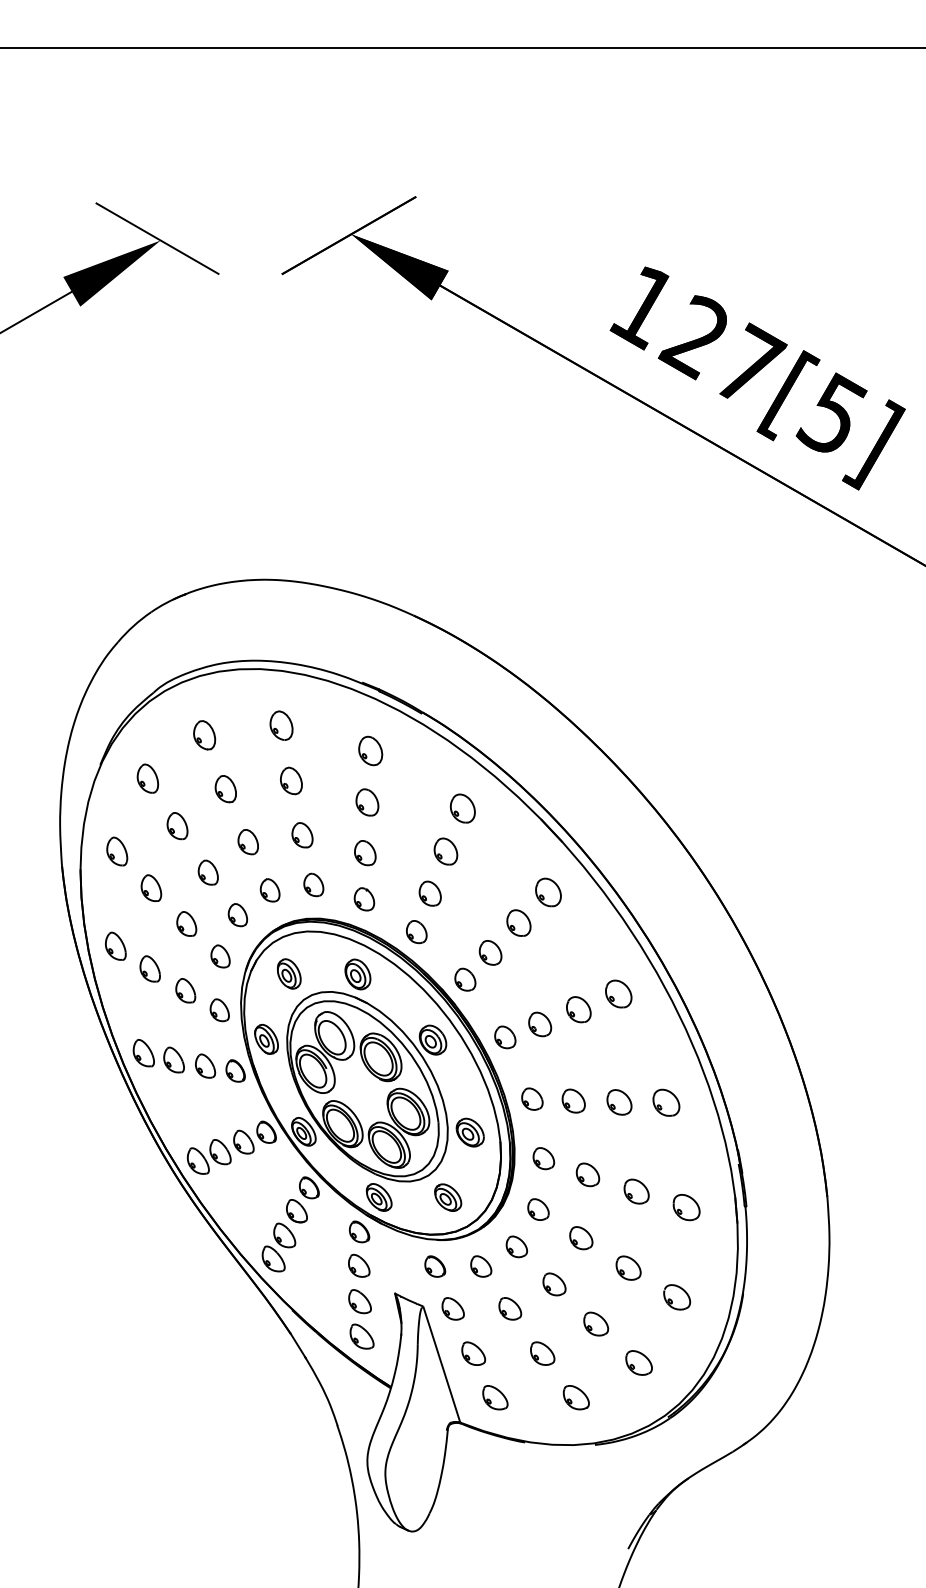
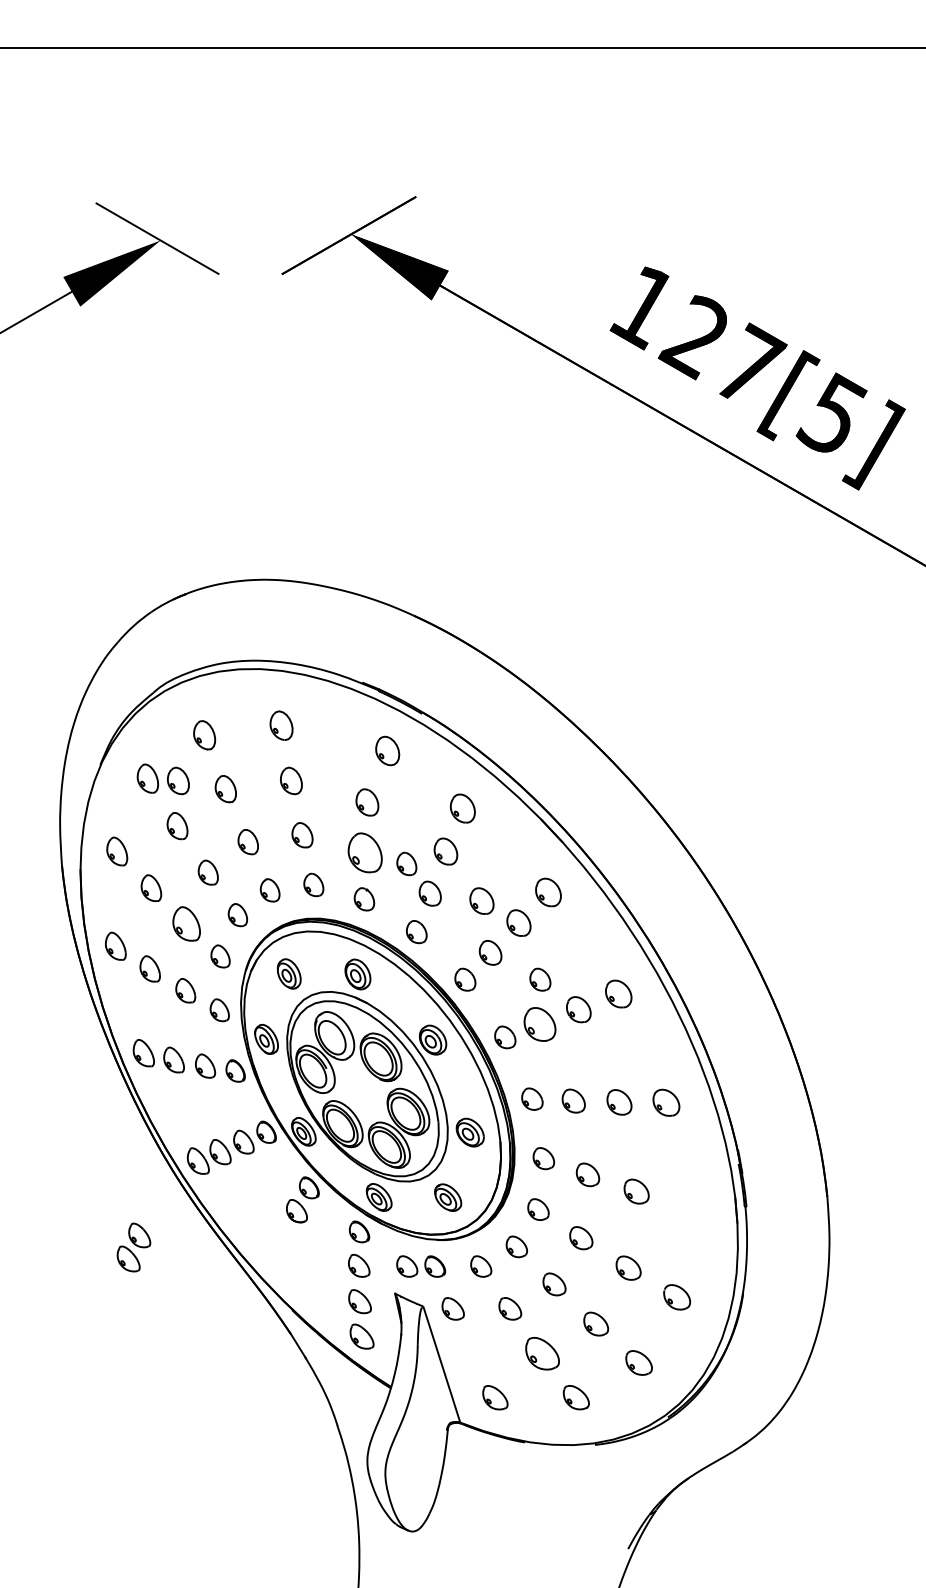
part at (370, 750) position: (370, 750) -> (387, 750)
part at (178, 780): none -> present
part at (365, 853) size: 23x27 px -> 36x42 px
part at (406, 863): none -> present
part at (481, 900): none -> present
part at (186, 923) size: 22x26 px -> 29x36 px
part at (540, 979): none -> present
part at (540, 1024) size: 25x27 px -> 34x35 px
part at (686, 1207): present -> none
part at (278, 1247) position: (278, 1247) -> (133, 1247)
part at (407, 1266): none -> present
part at (473, 1353): present -> none
part at (542, 1353) size: 26x25 px -> 35x34 px
